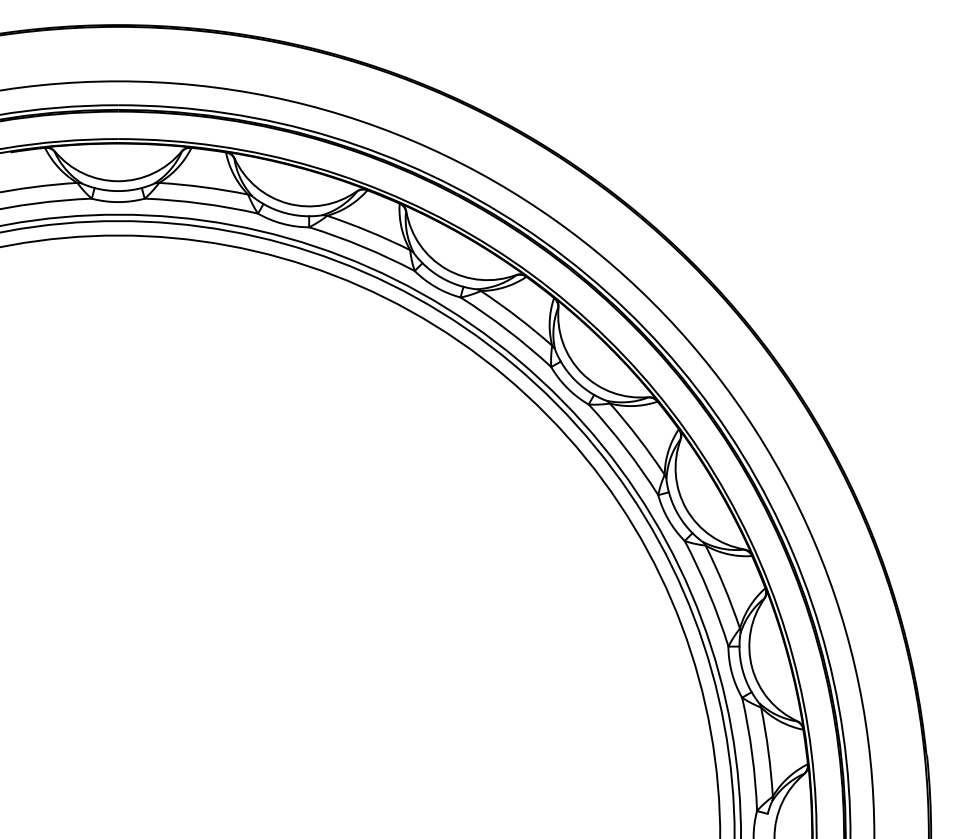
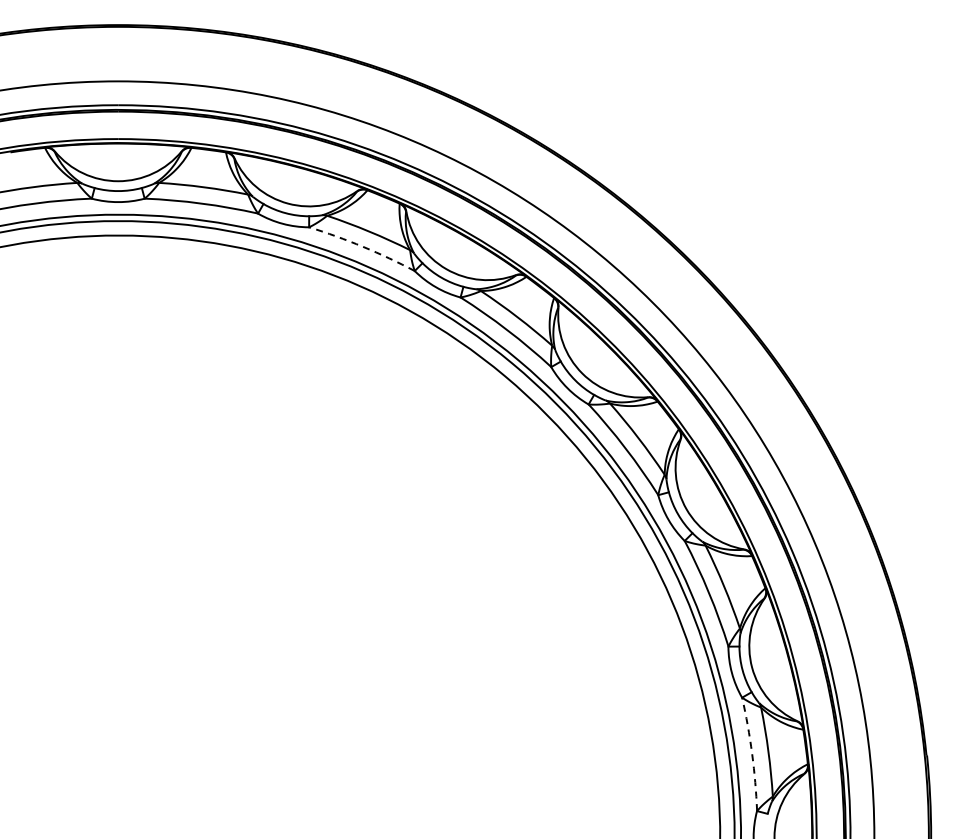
arc at (362, 246): solid -> dashed
arc at (752, 754): solid -> dashed
